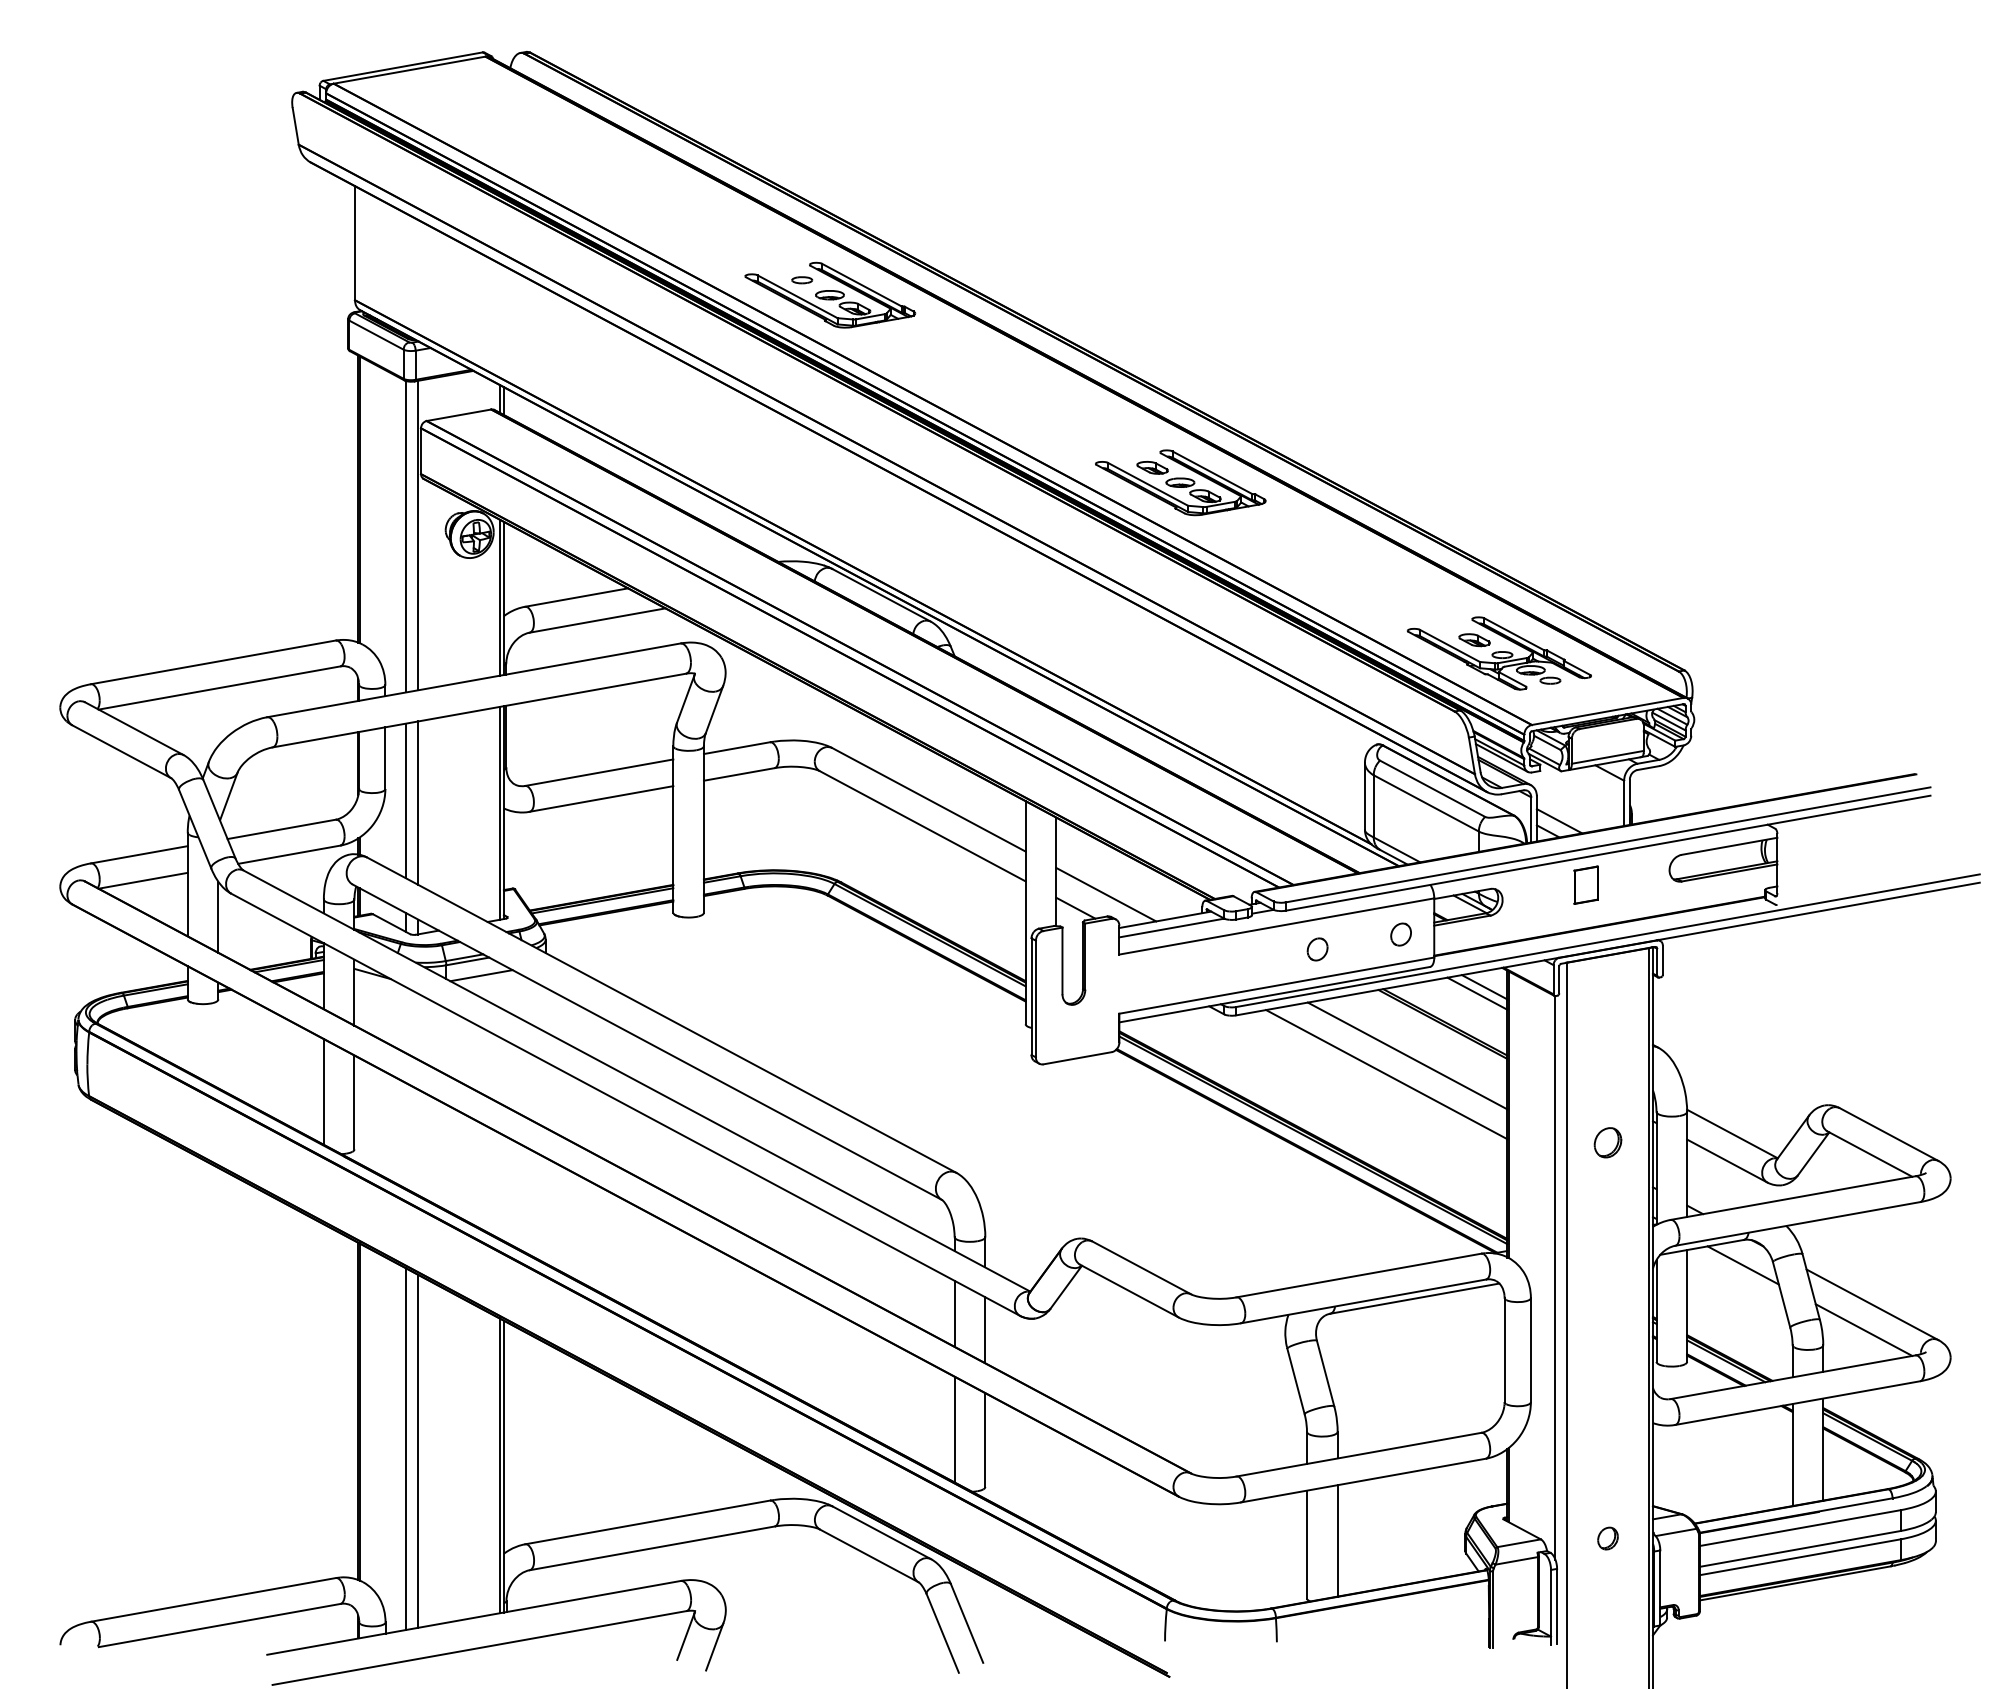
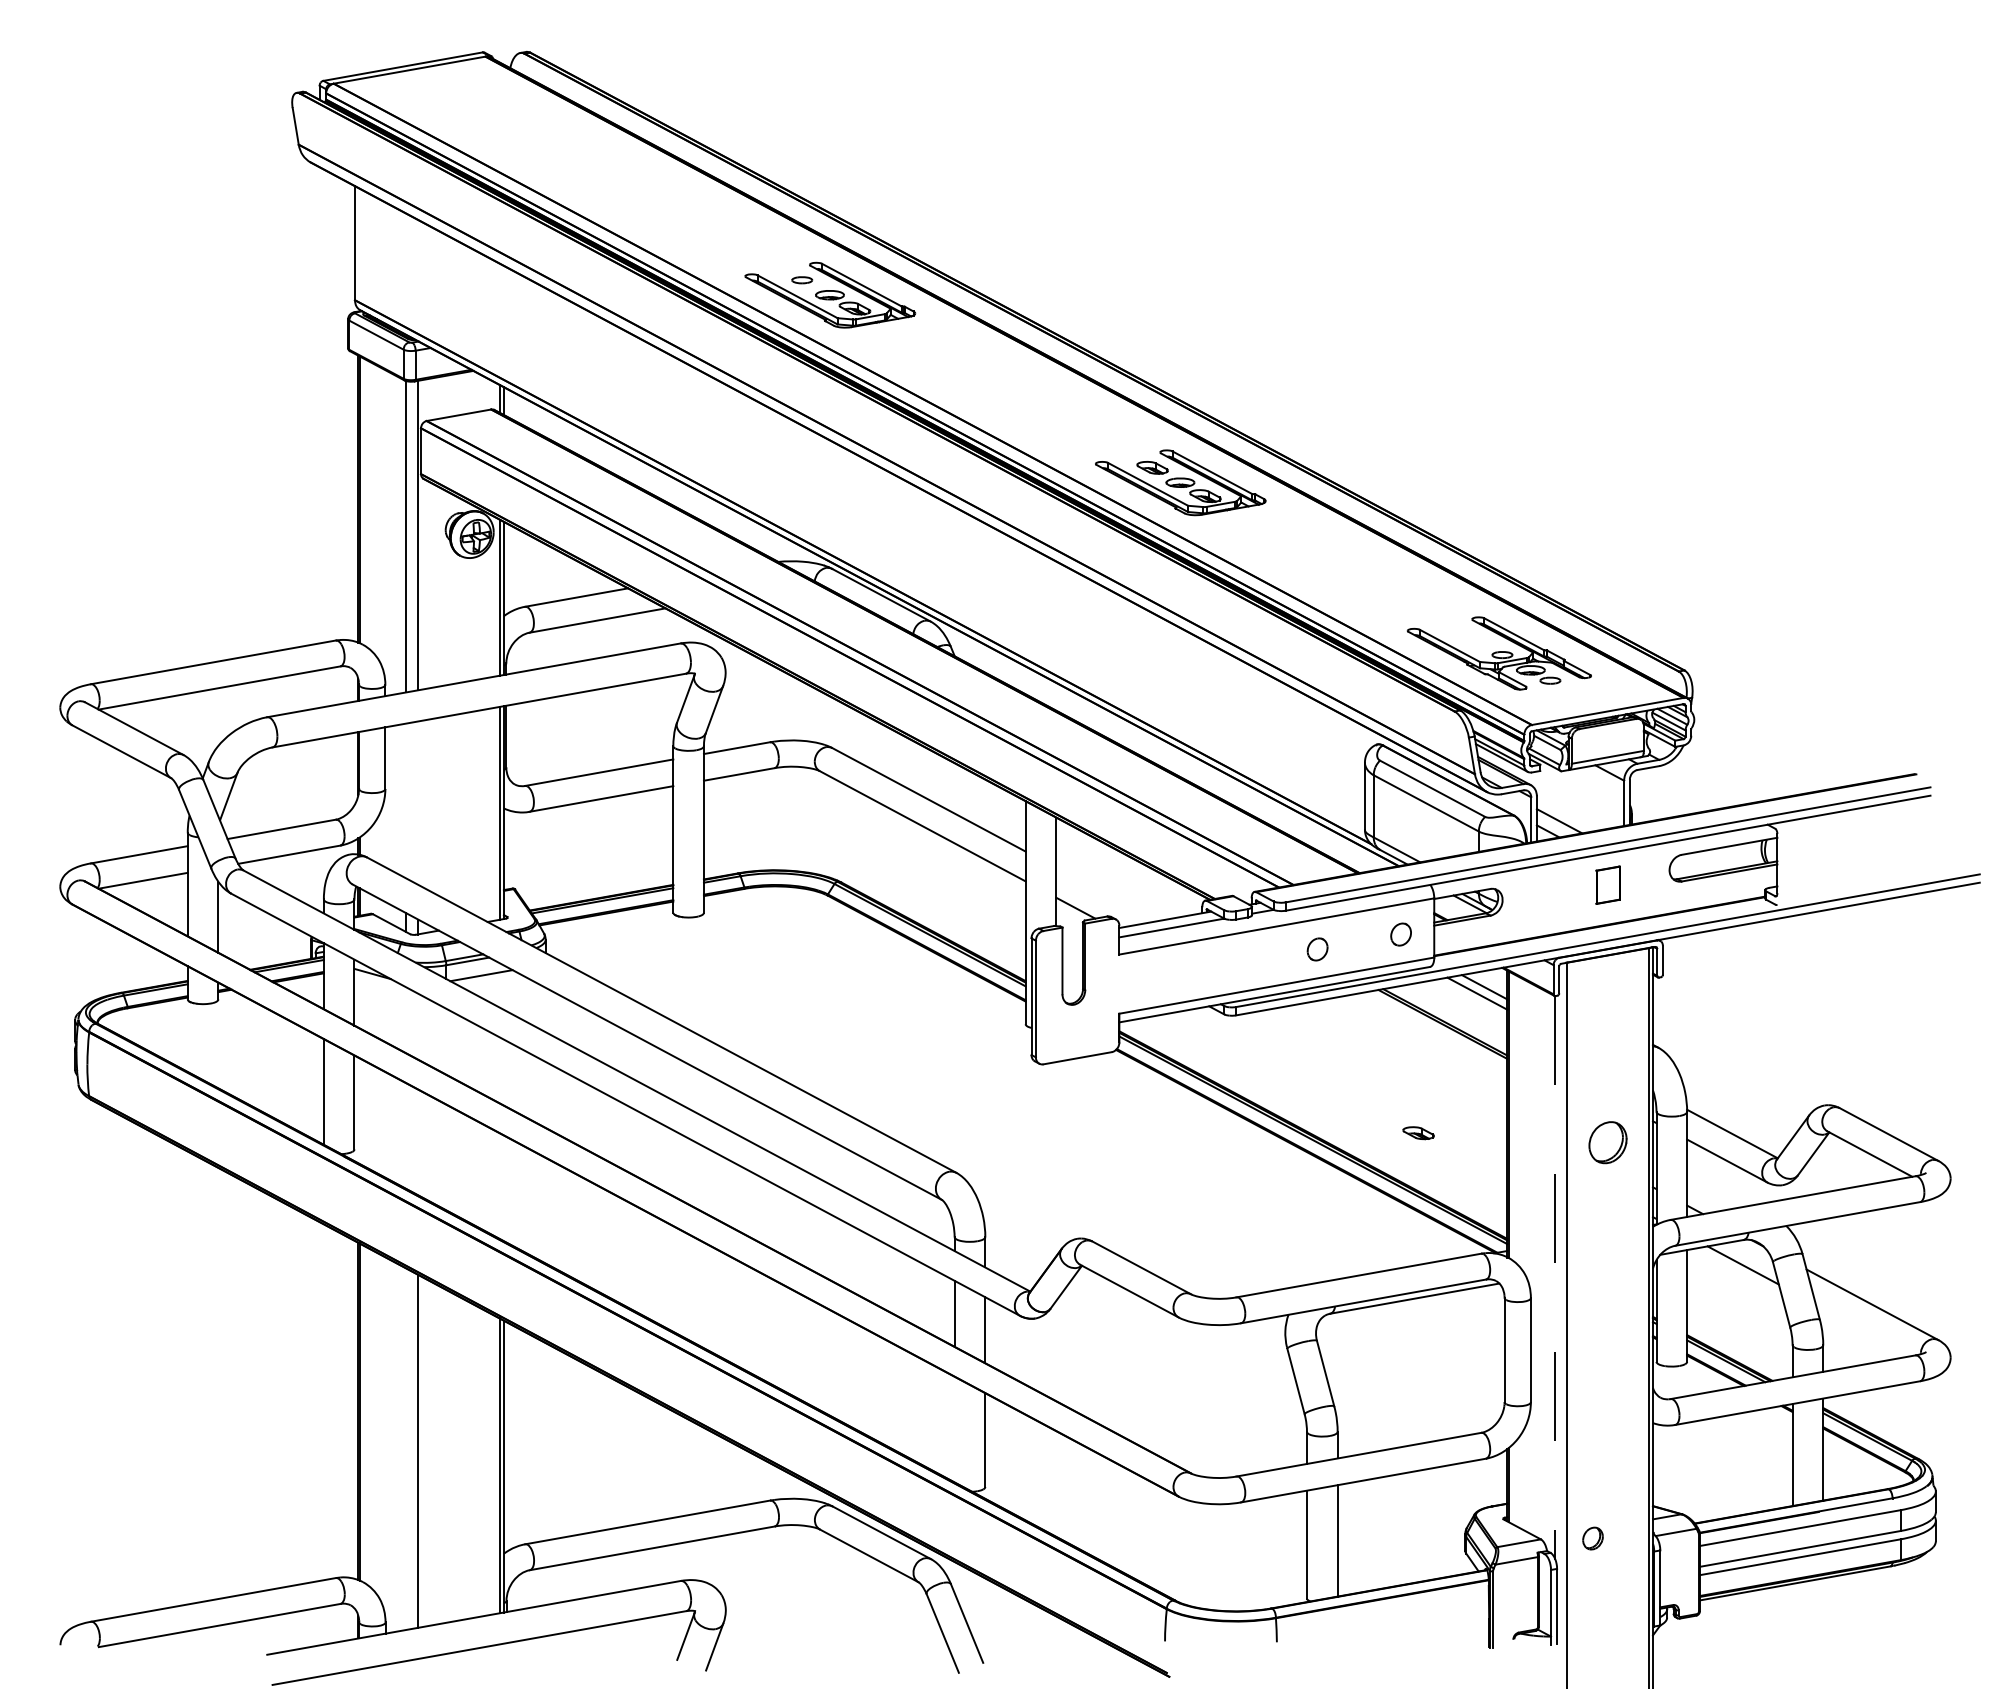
part at (1474, 640) position: (1474, 640) -> (1418, 1133)
line at (406, 800): present -> none
line at (418, 802): present -> none
part at (1585, 884) position: (1585, 884) -> (1607, 884)
line at (1106, 894): present -> none
line at (1407, 1055): present -> none
line at (1386, 1074): present -> none
part at (1607, 1142) size: 30x32 px -> 40x44 px
line at (1555, 1277): solid -> dashed
line at (1863, 1329): present -> none
line at (954, 1429): present -> none
line at (406, 1448): present -> none
part at (1607, 1538) position: (1607, 1538) -> (1592, 1538)
